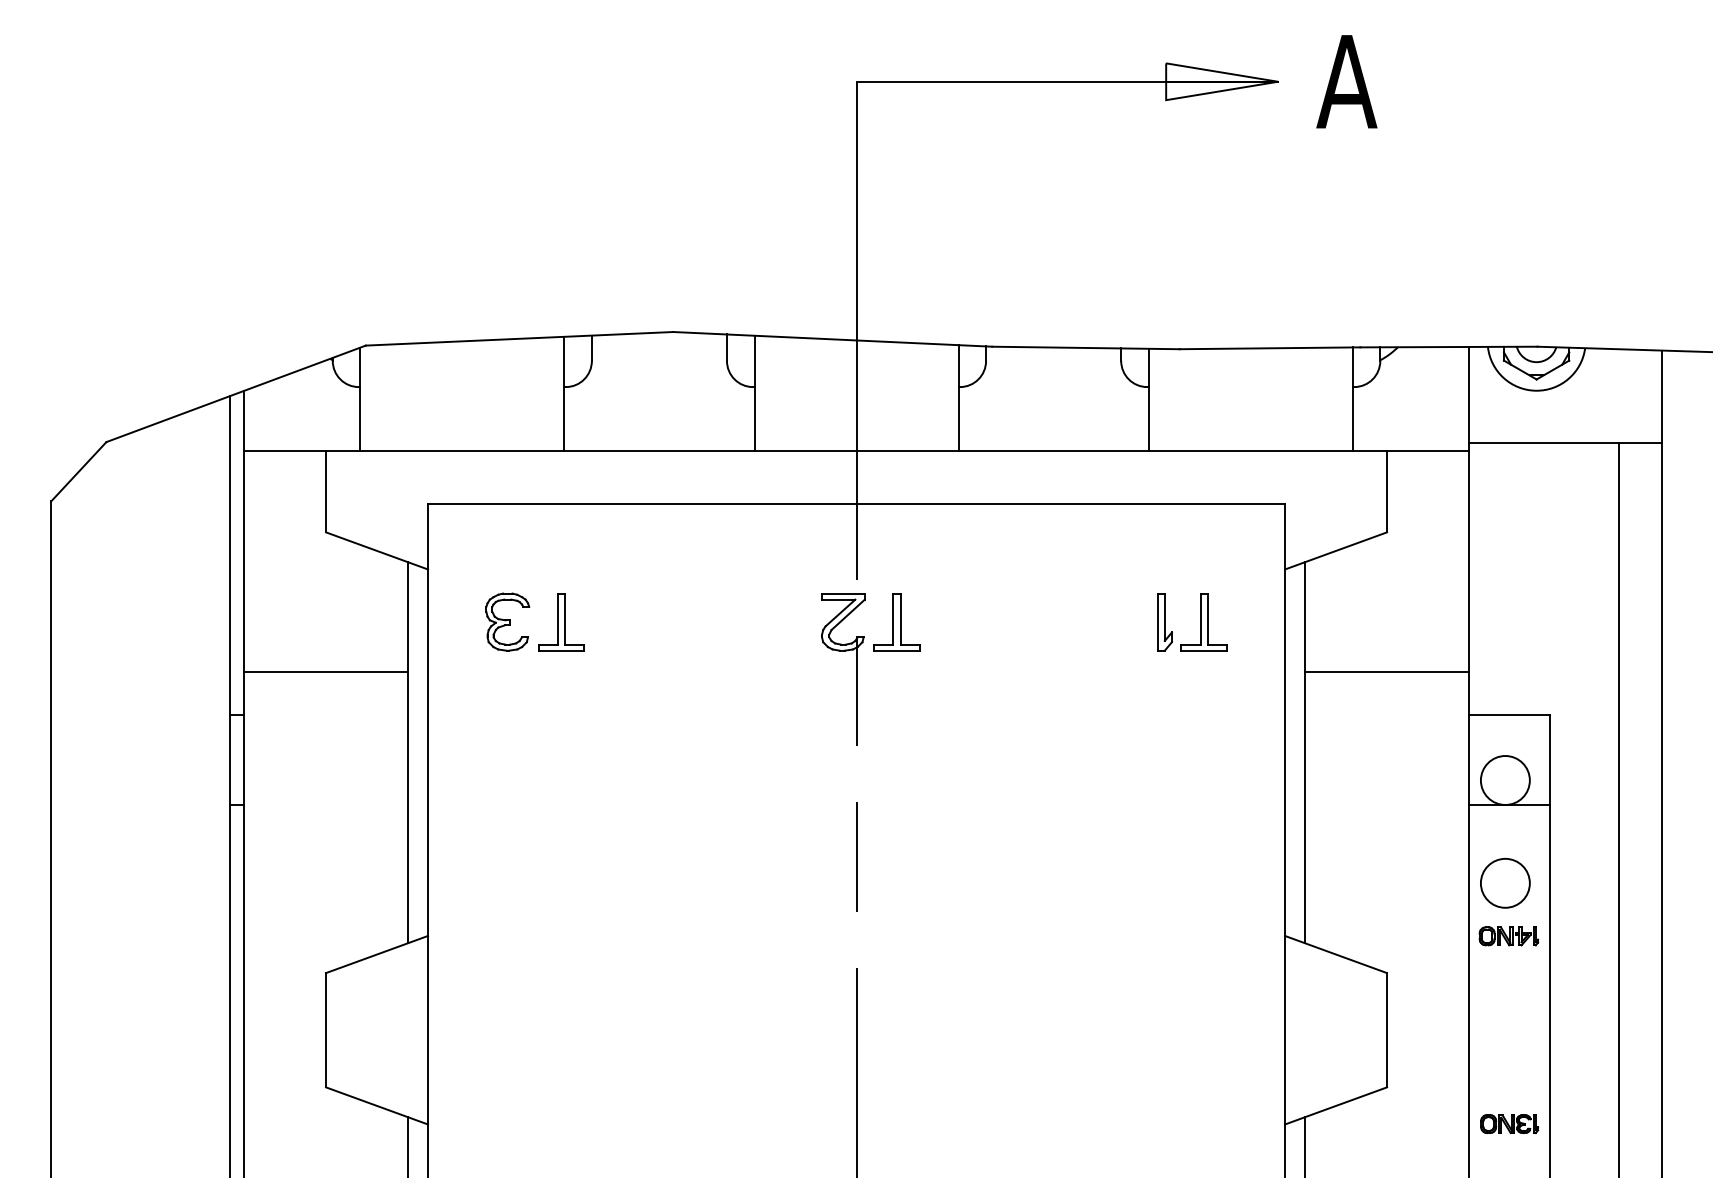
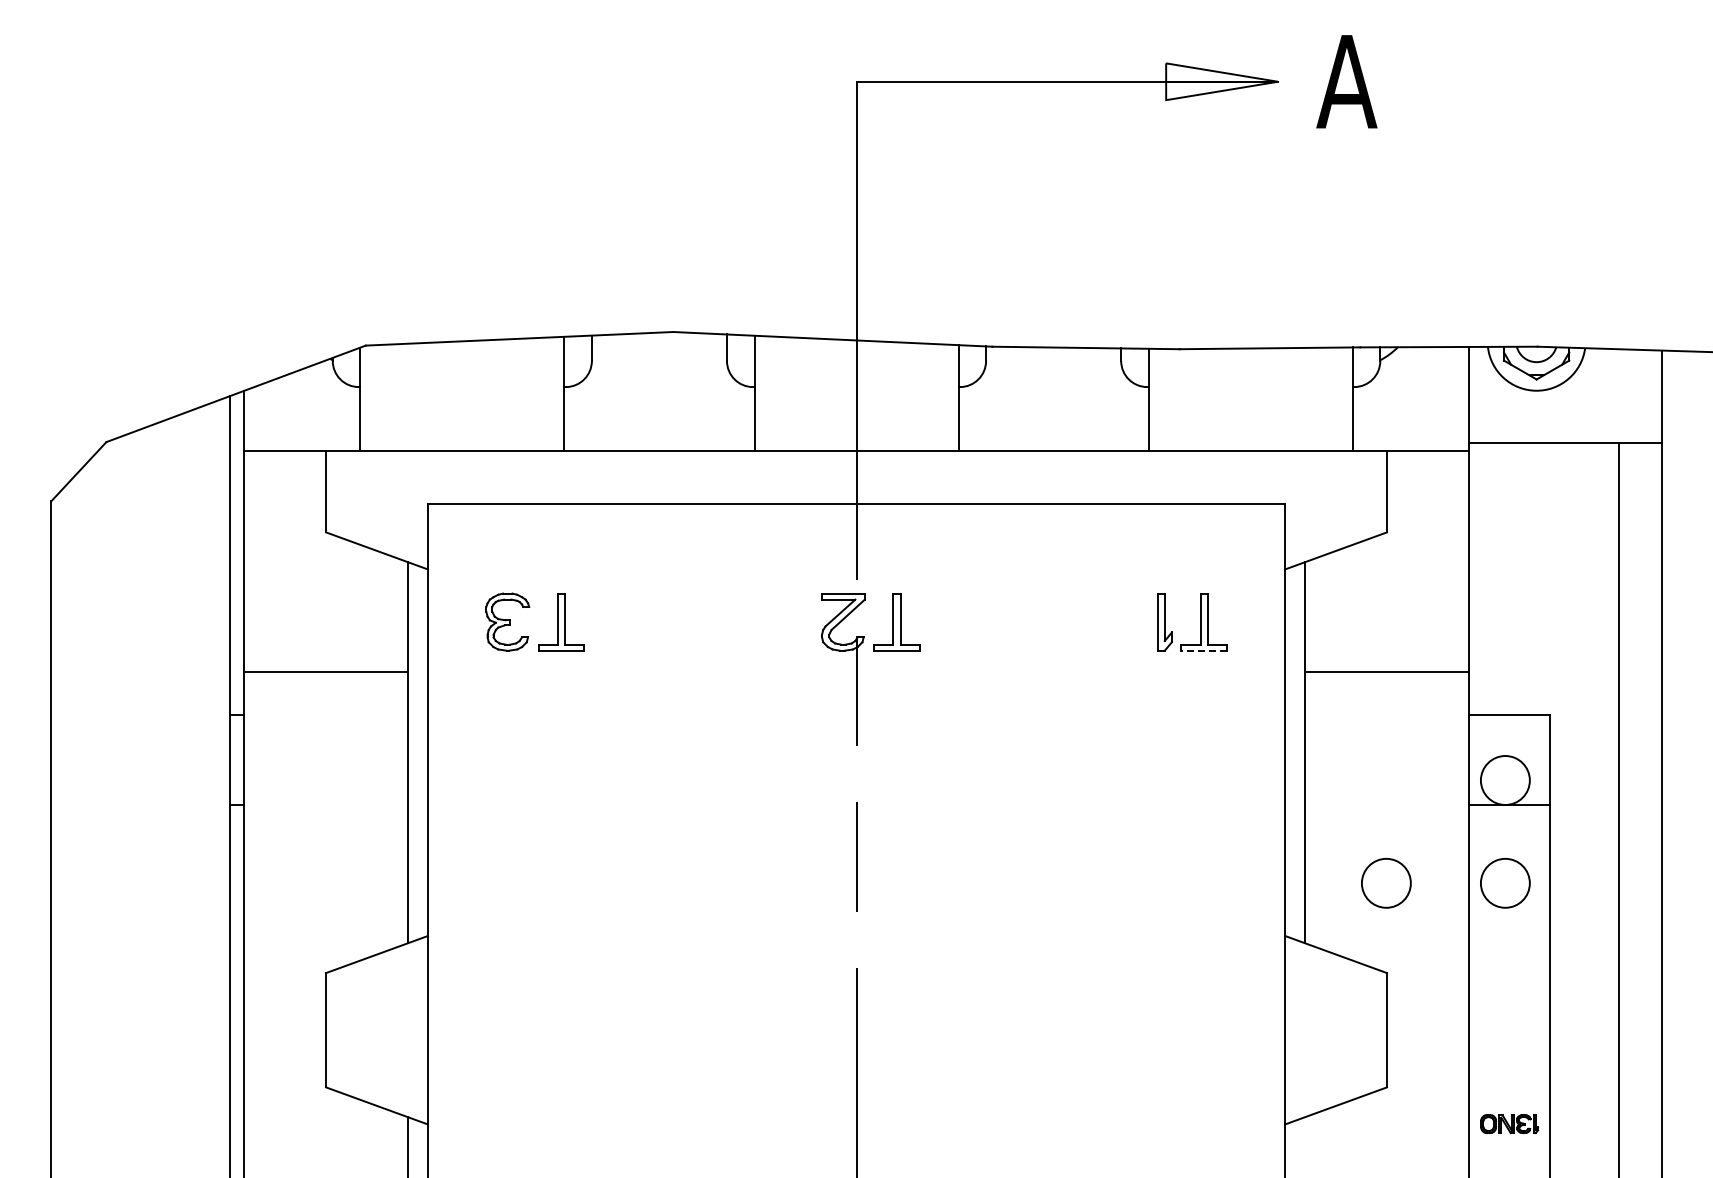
line at (1204, 650): solid -> dashed
circle at (1386, 883): none -> present
part at (1508, 936): present -> none
line at (1305, 1145): present -> none
